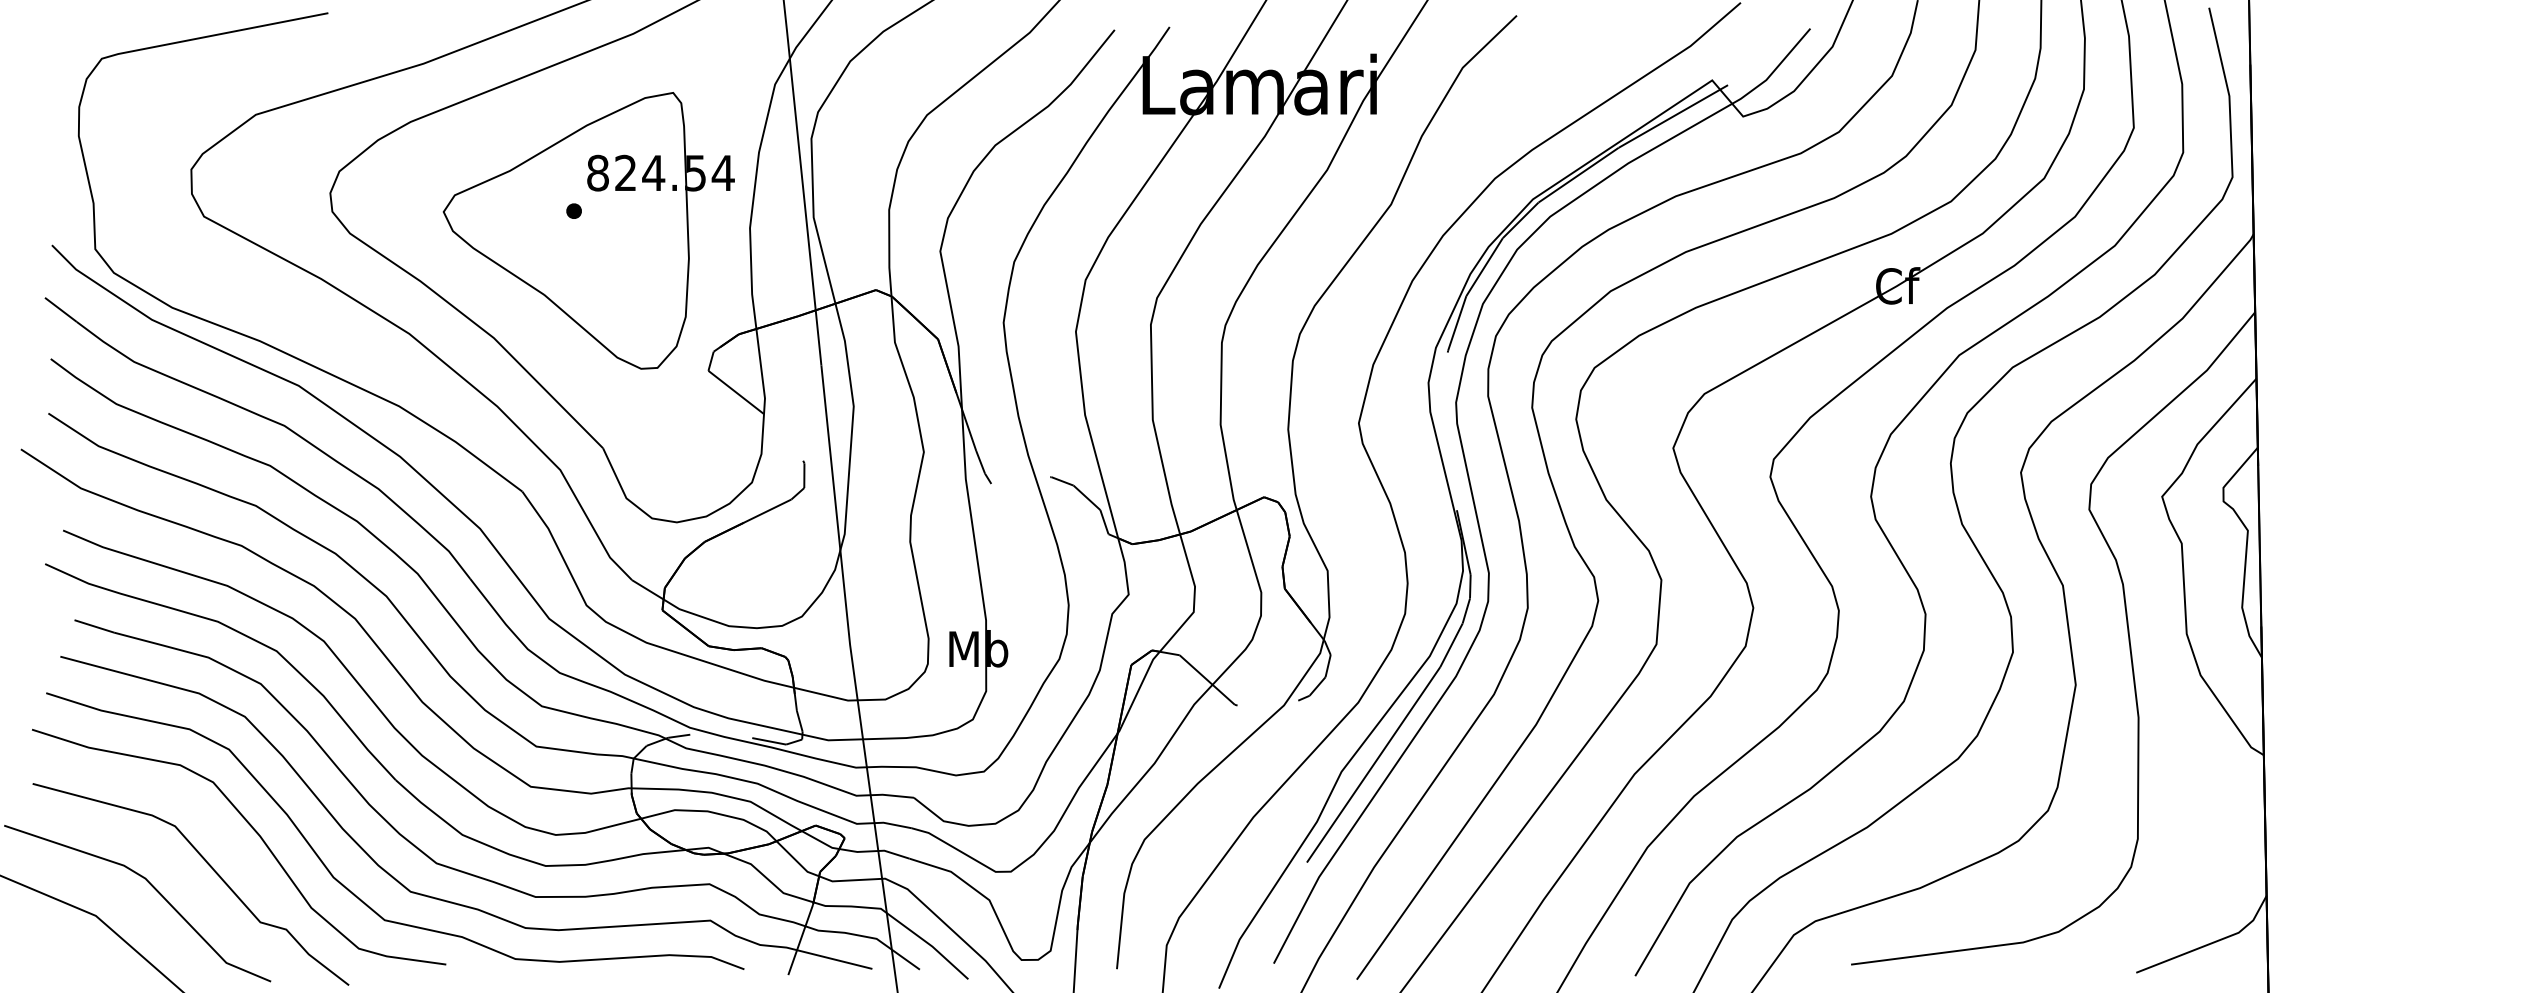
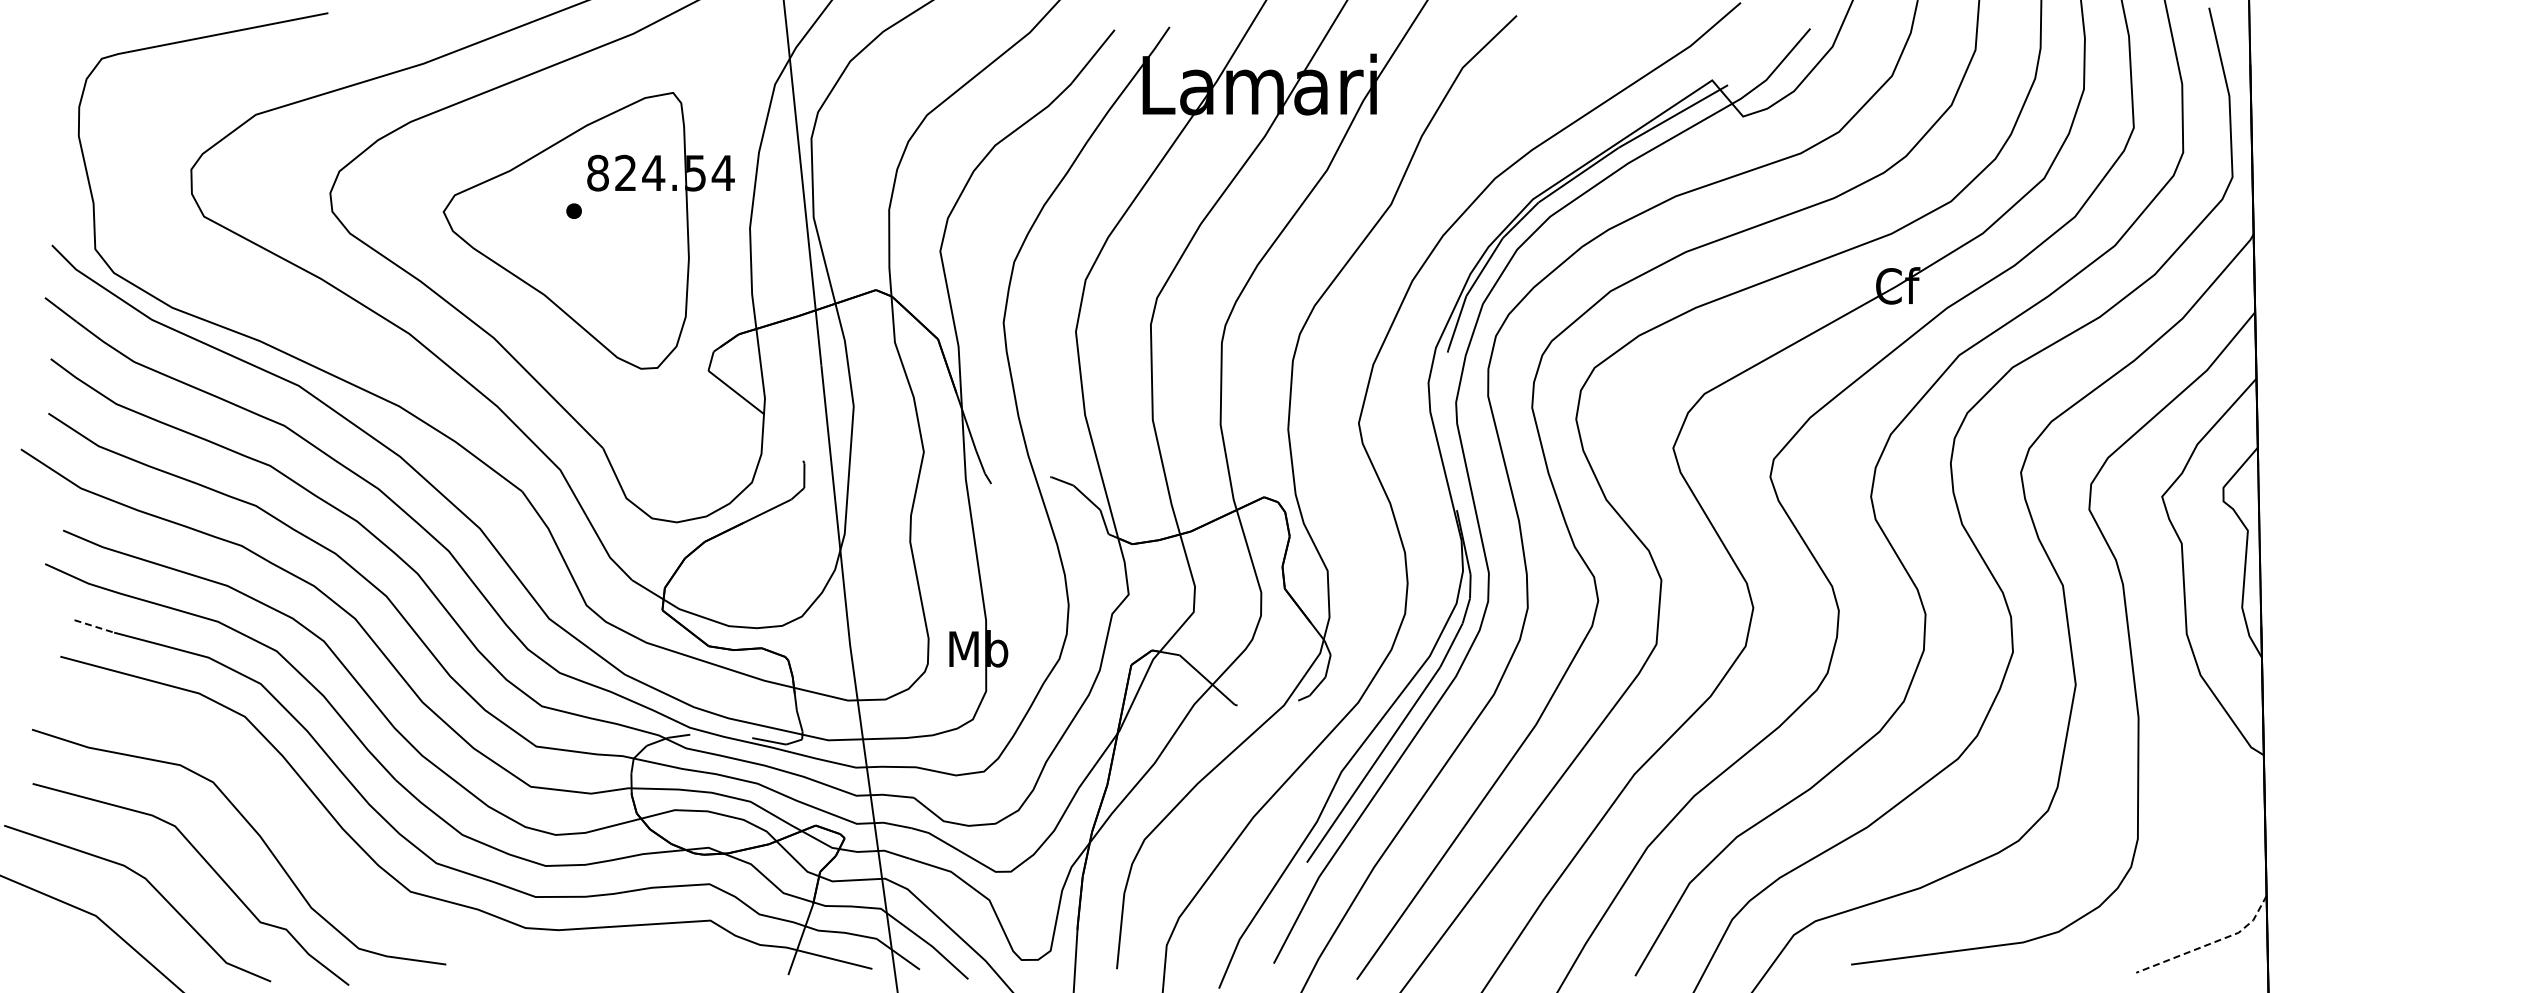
line at (94, 626): solid -> dashed
curve at (347, 887): present -> none
line at (2210, 943): solid -> dashed
